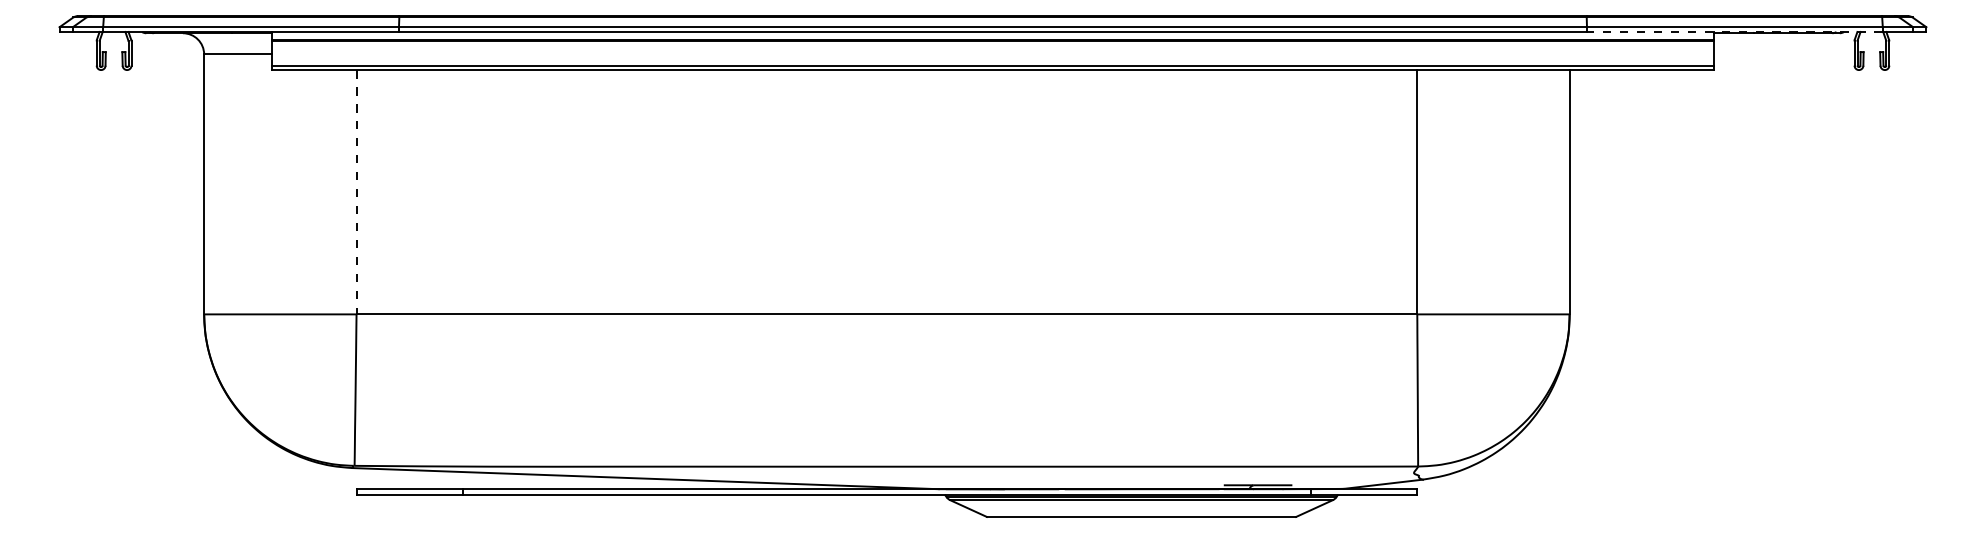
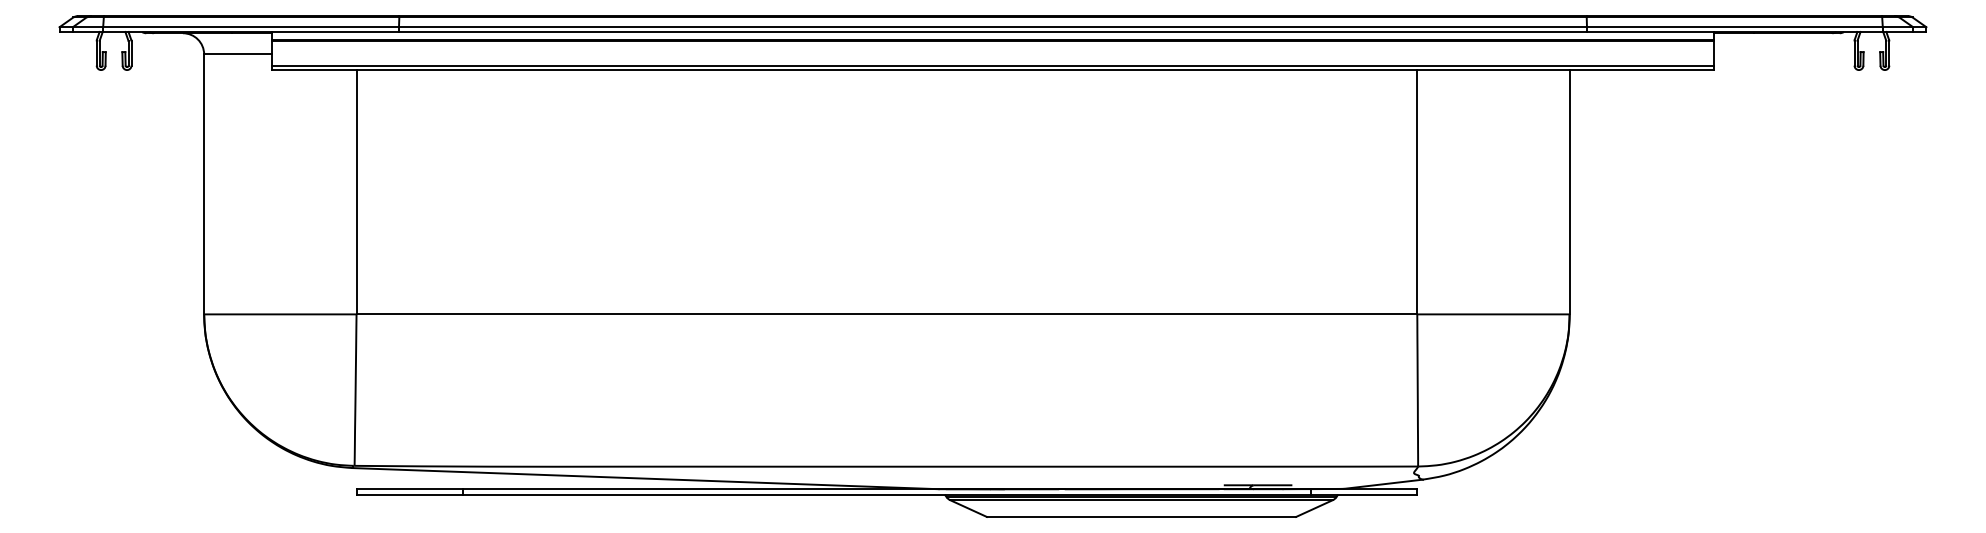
line at (1734, 31): dashed -> solid
line at (356, 192): dashed -> solid
